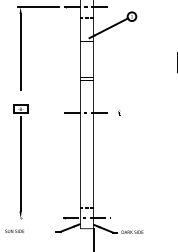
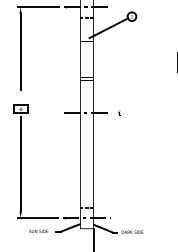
line at (37, 218): none -> present
text at (14, 230) position: (14, 230) -> (38, 230)
